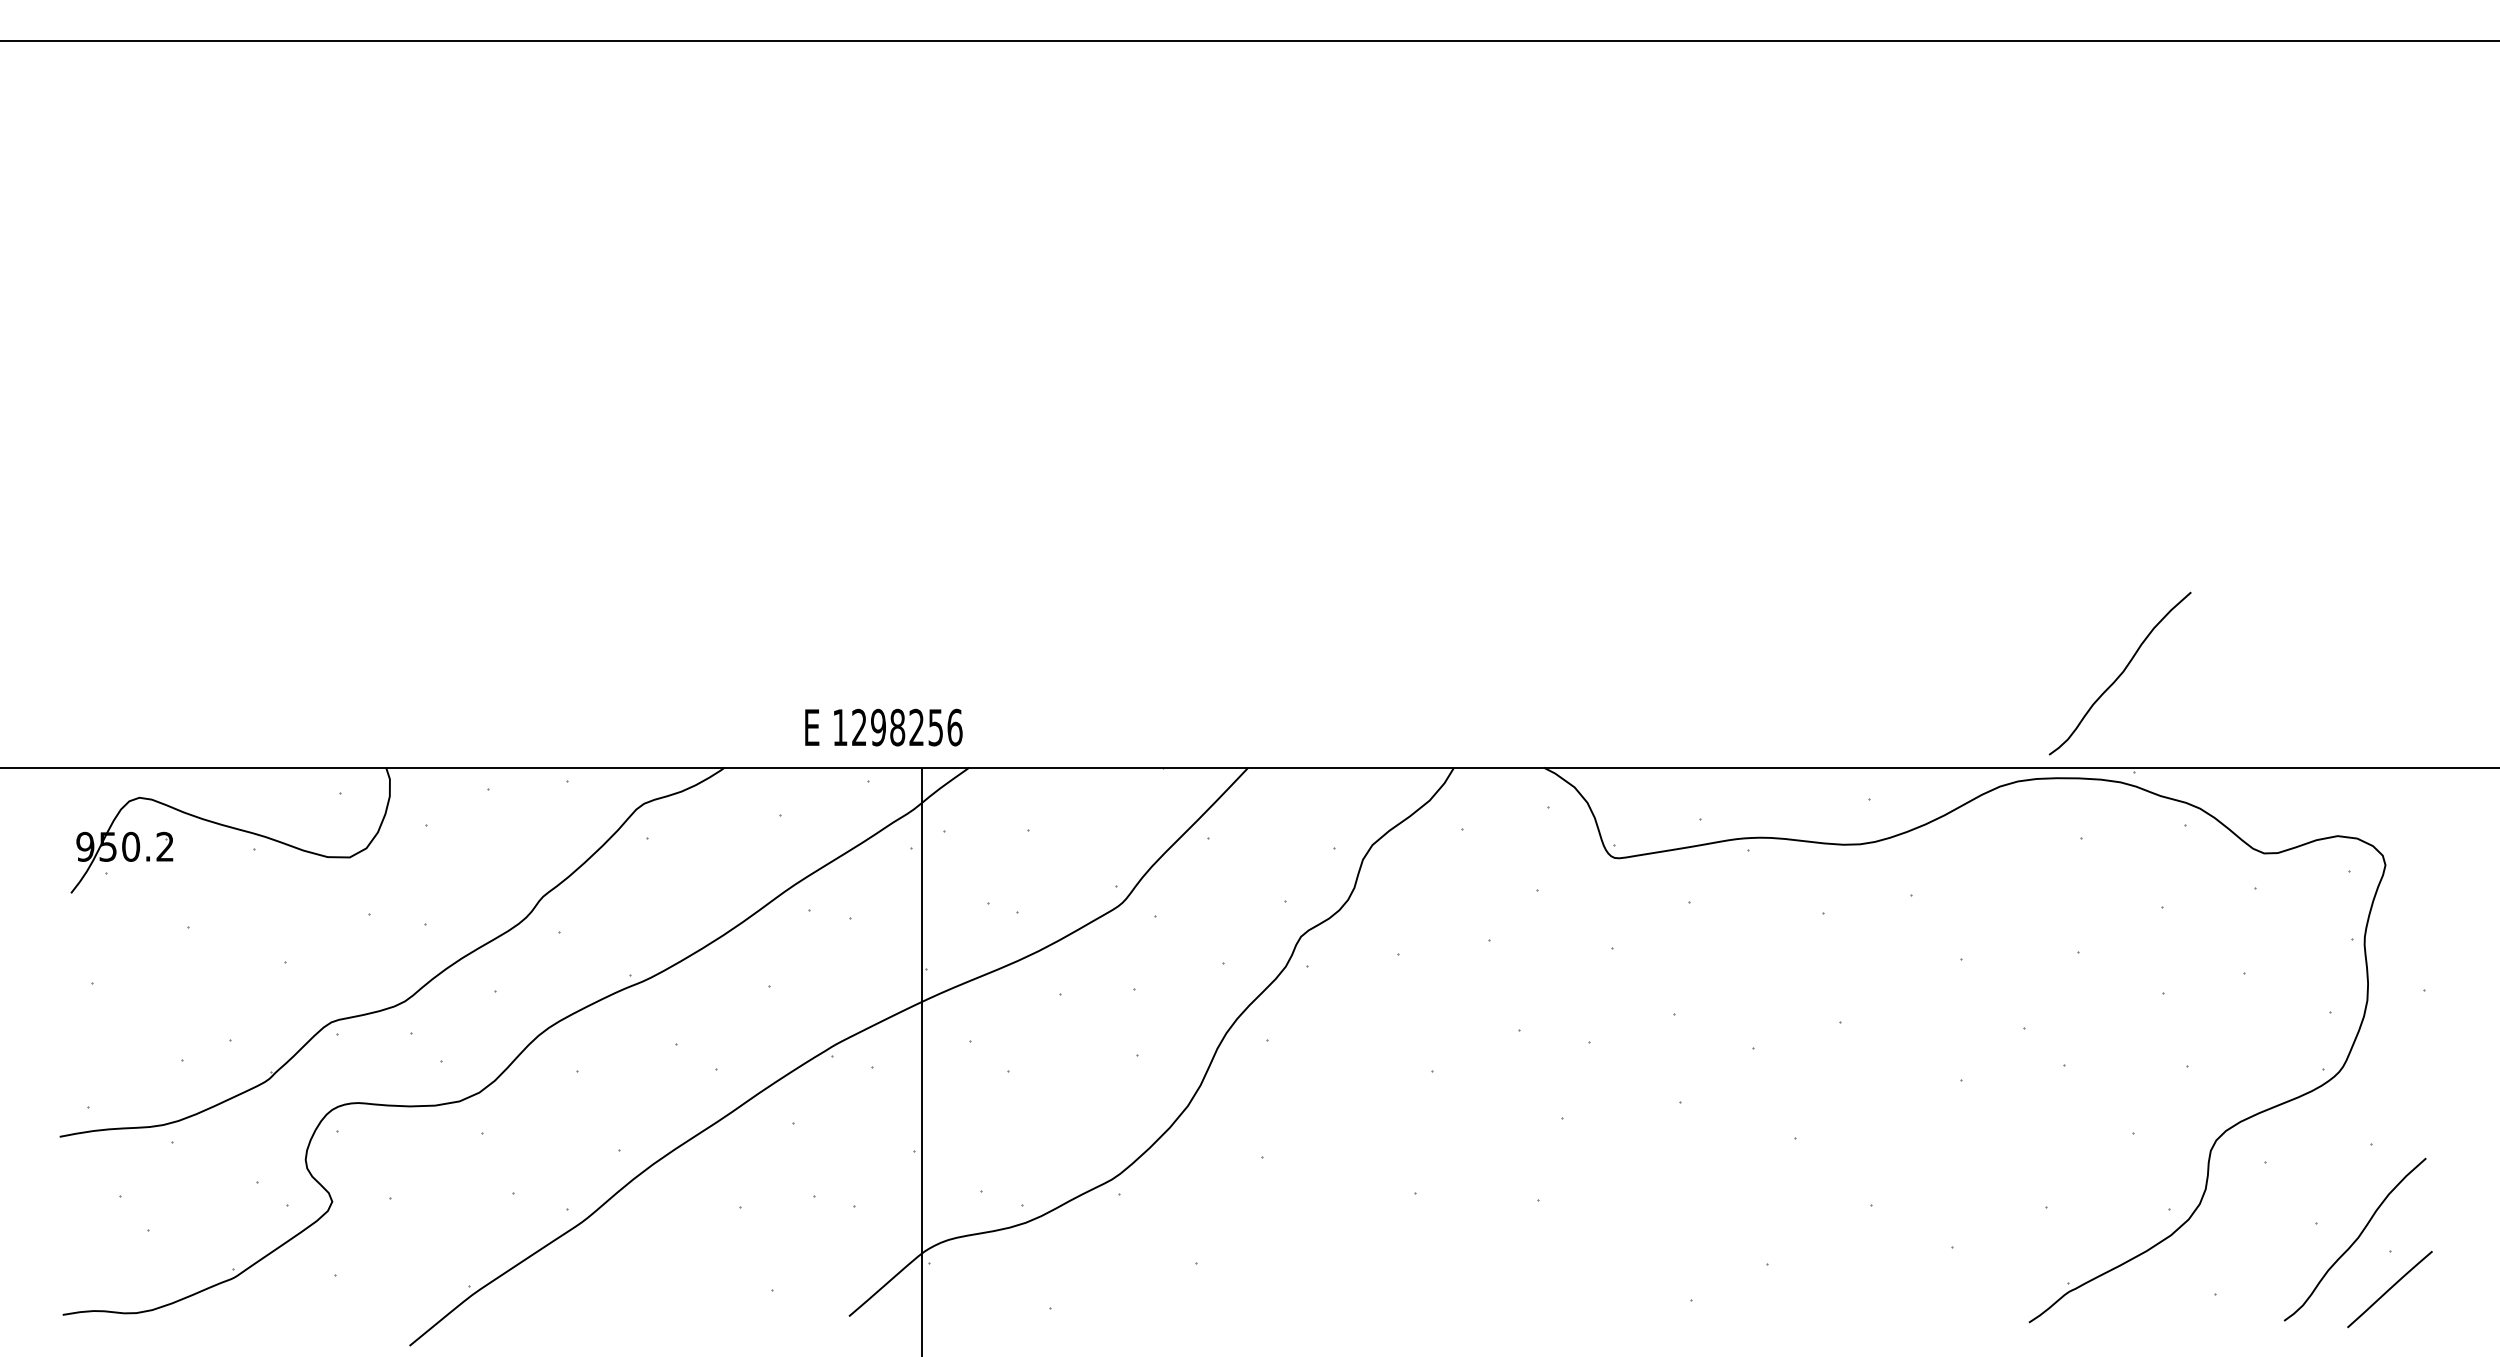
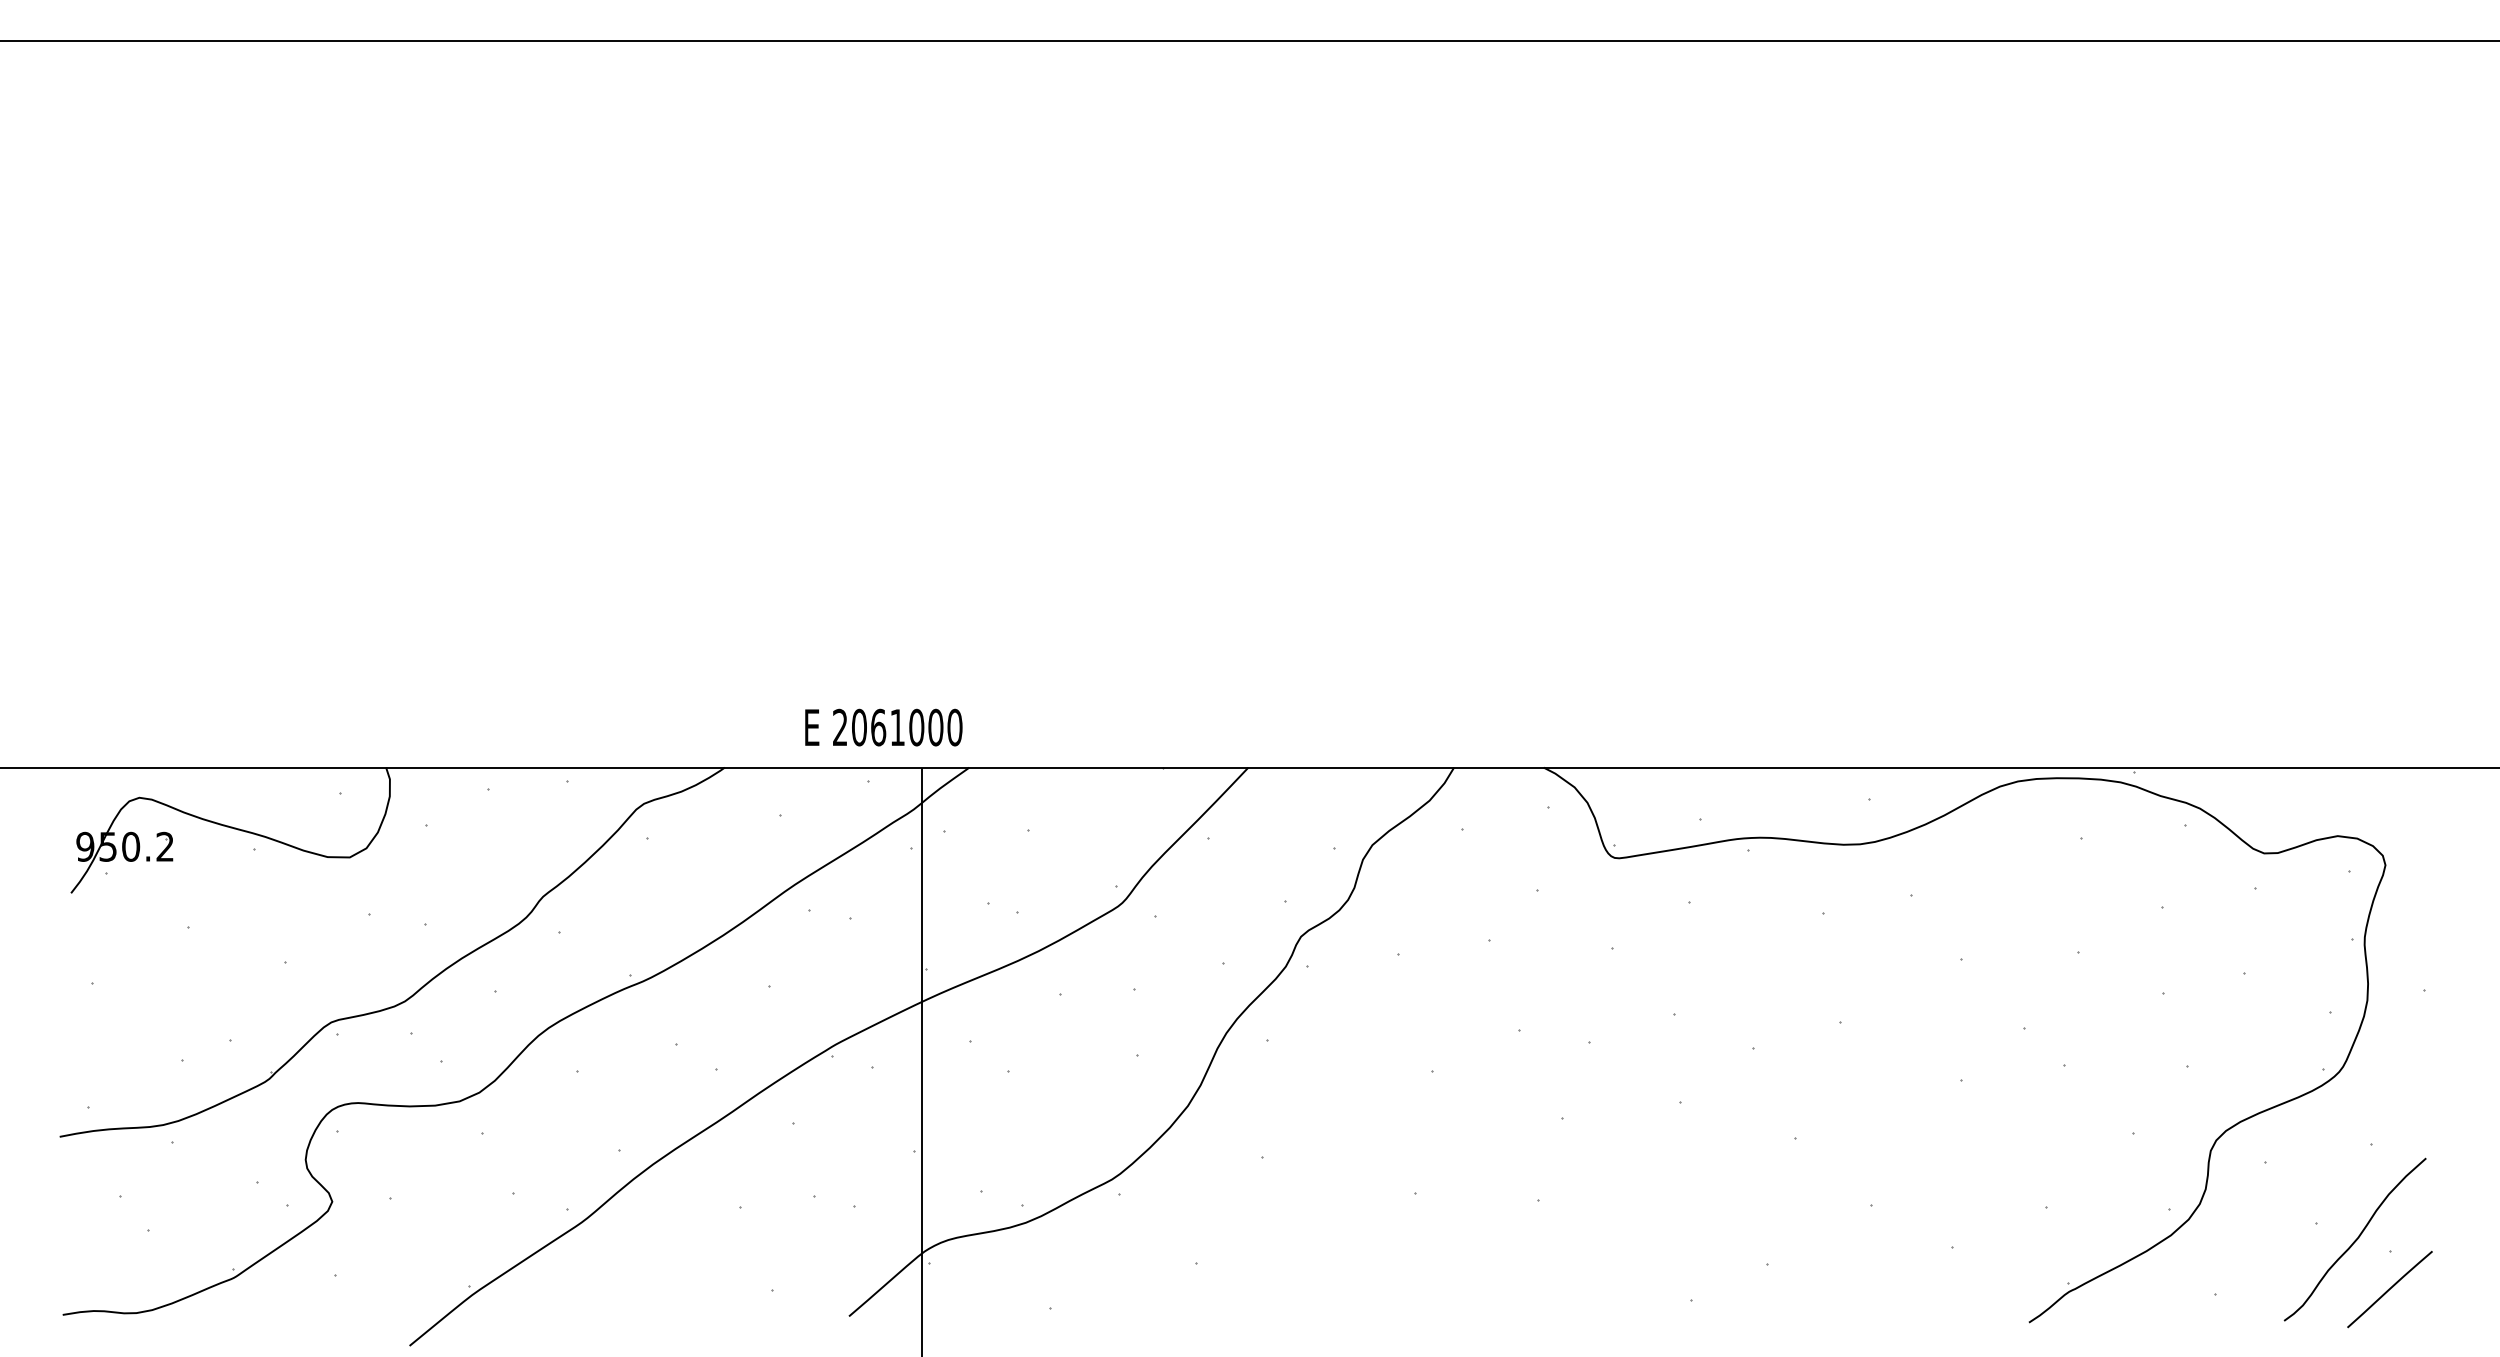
curve at (2120, 673): present -> none
text at (897, 727): 1298256 -> 2061000
